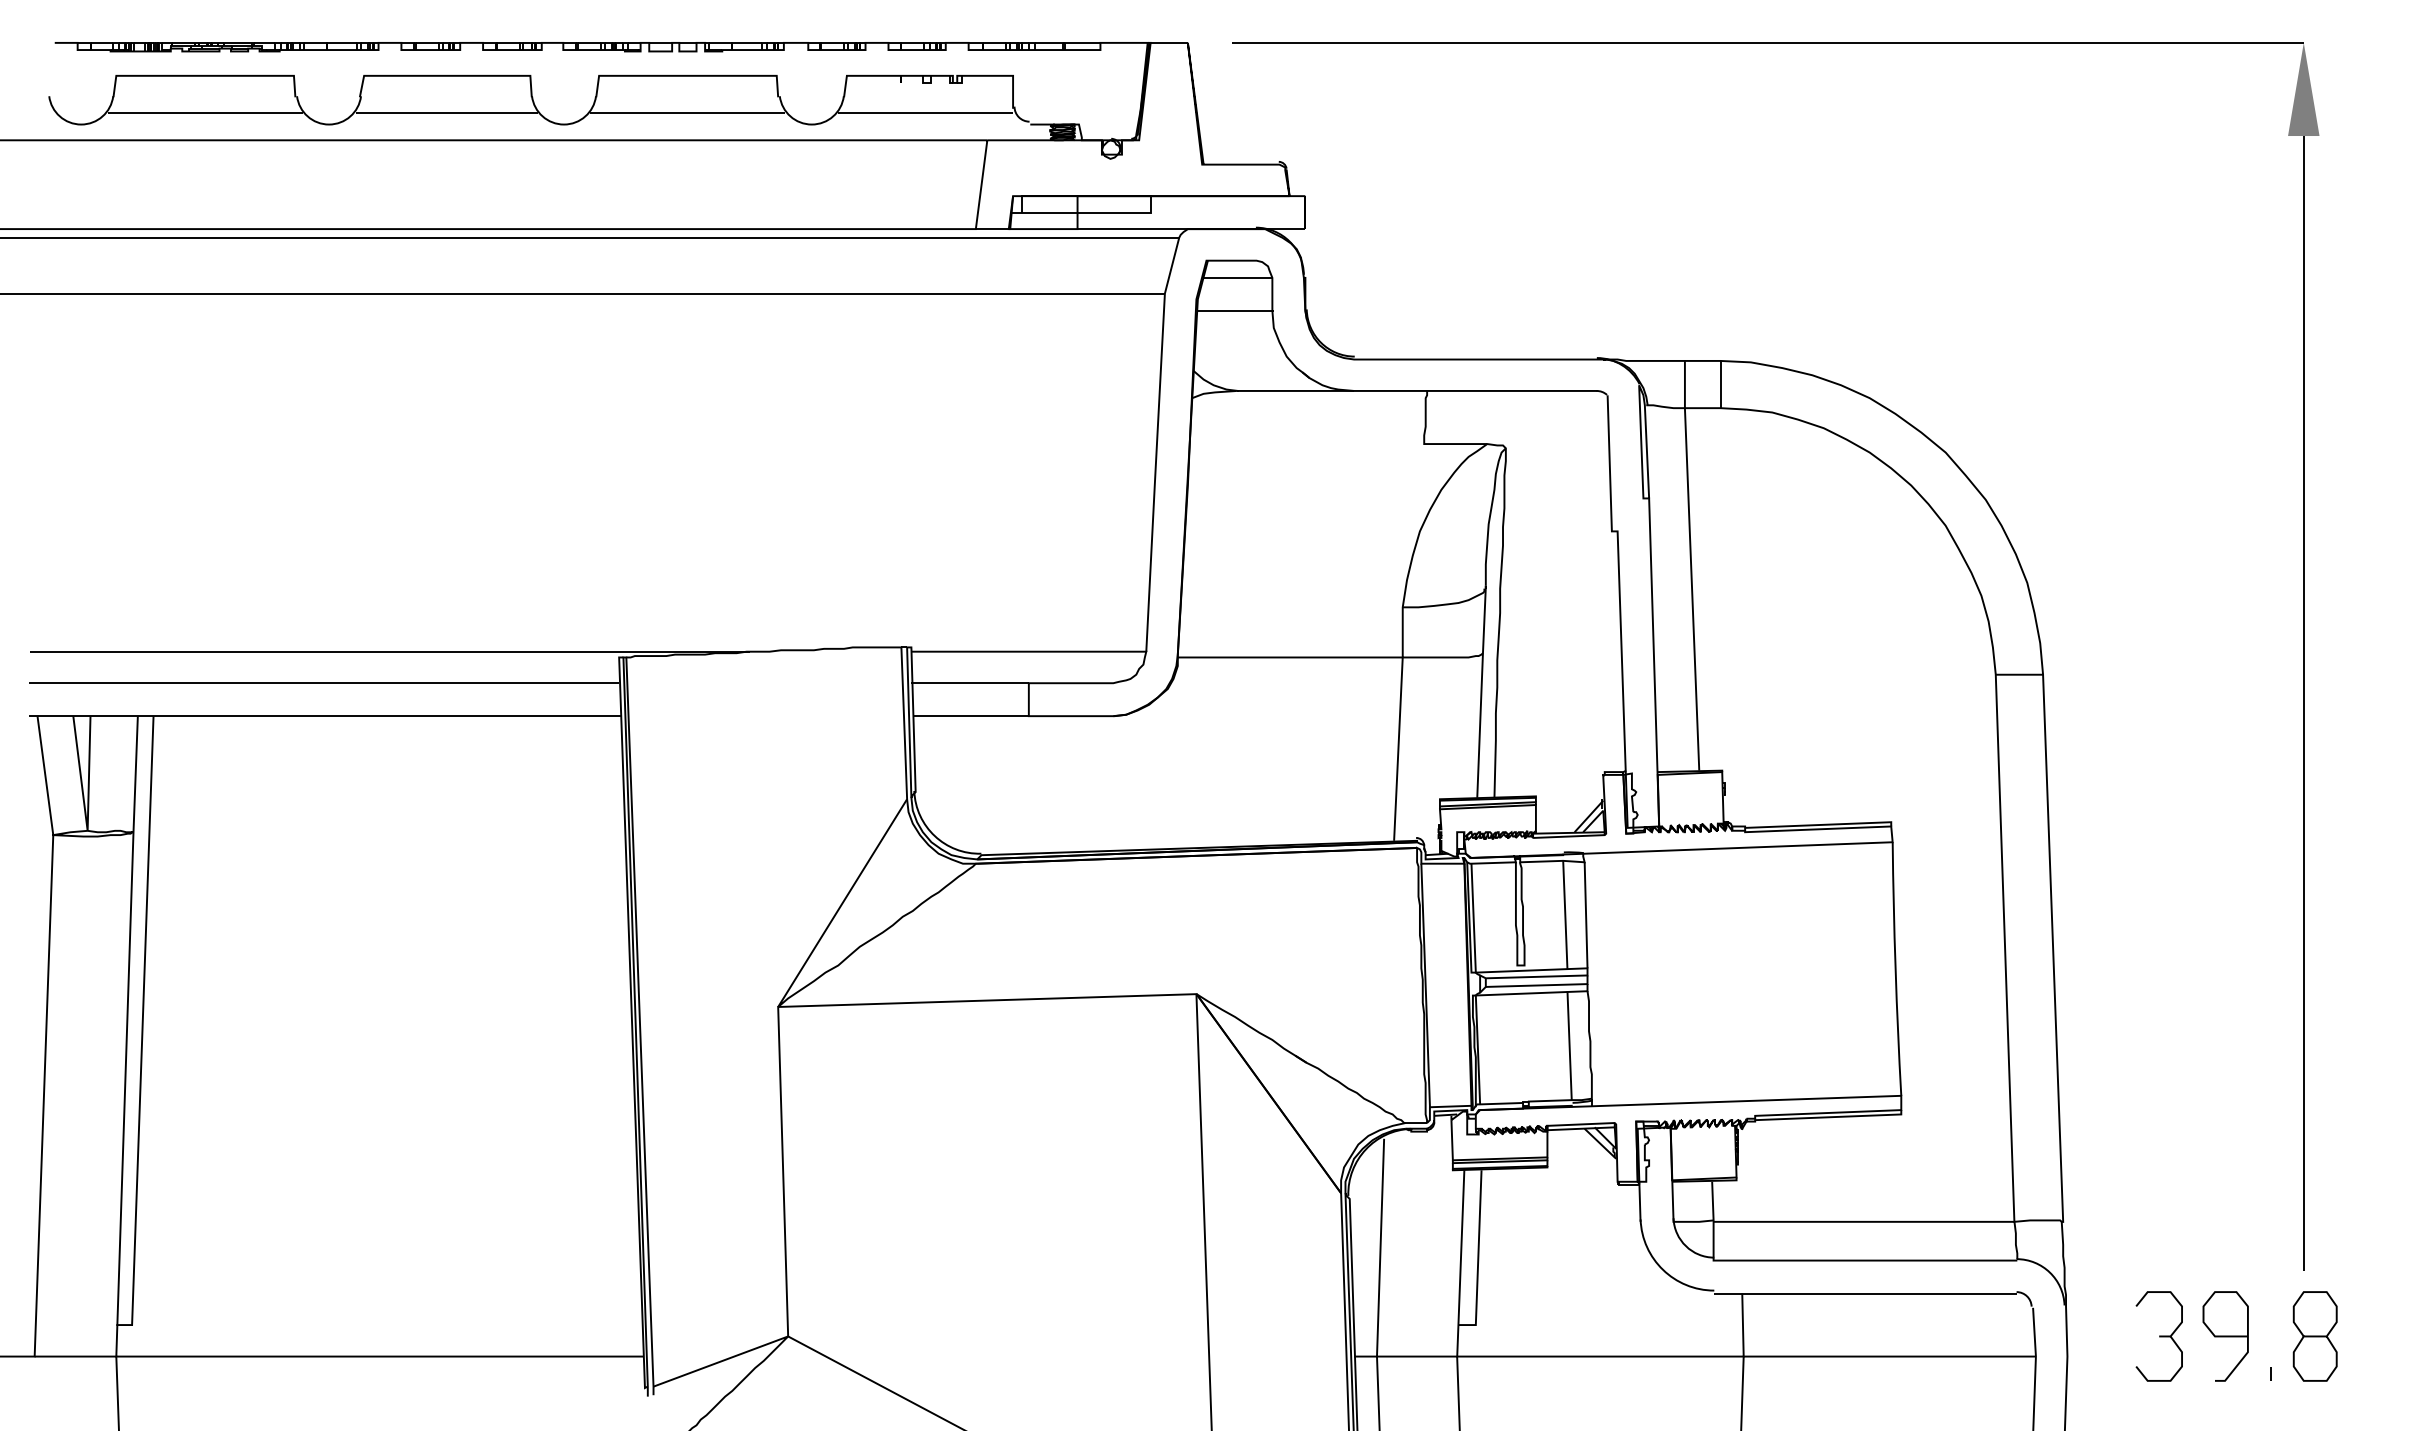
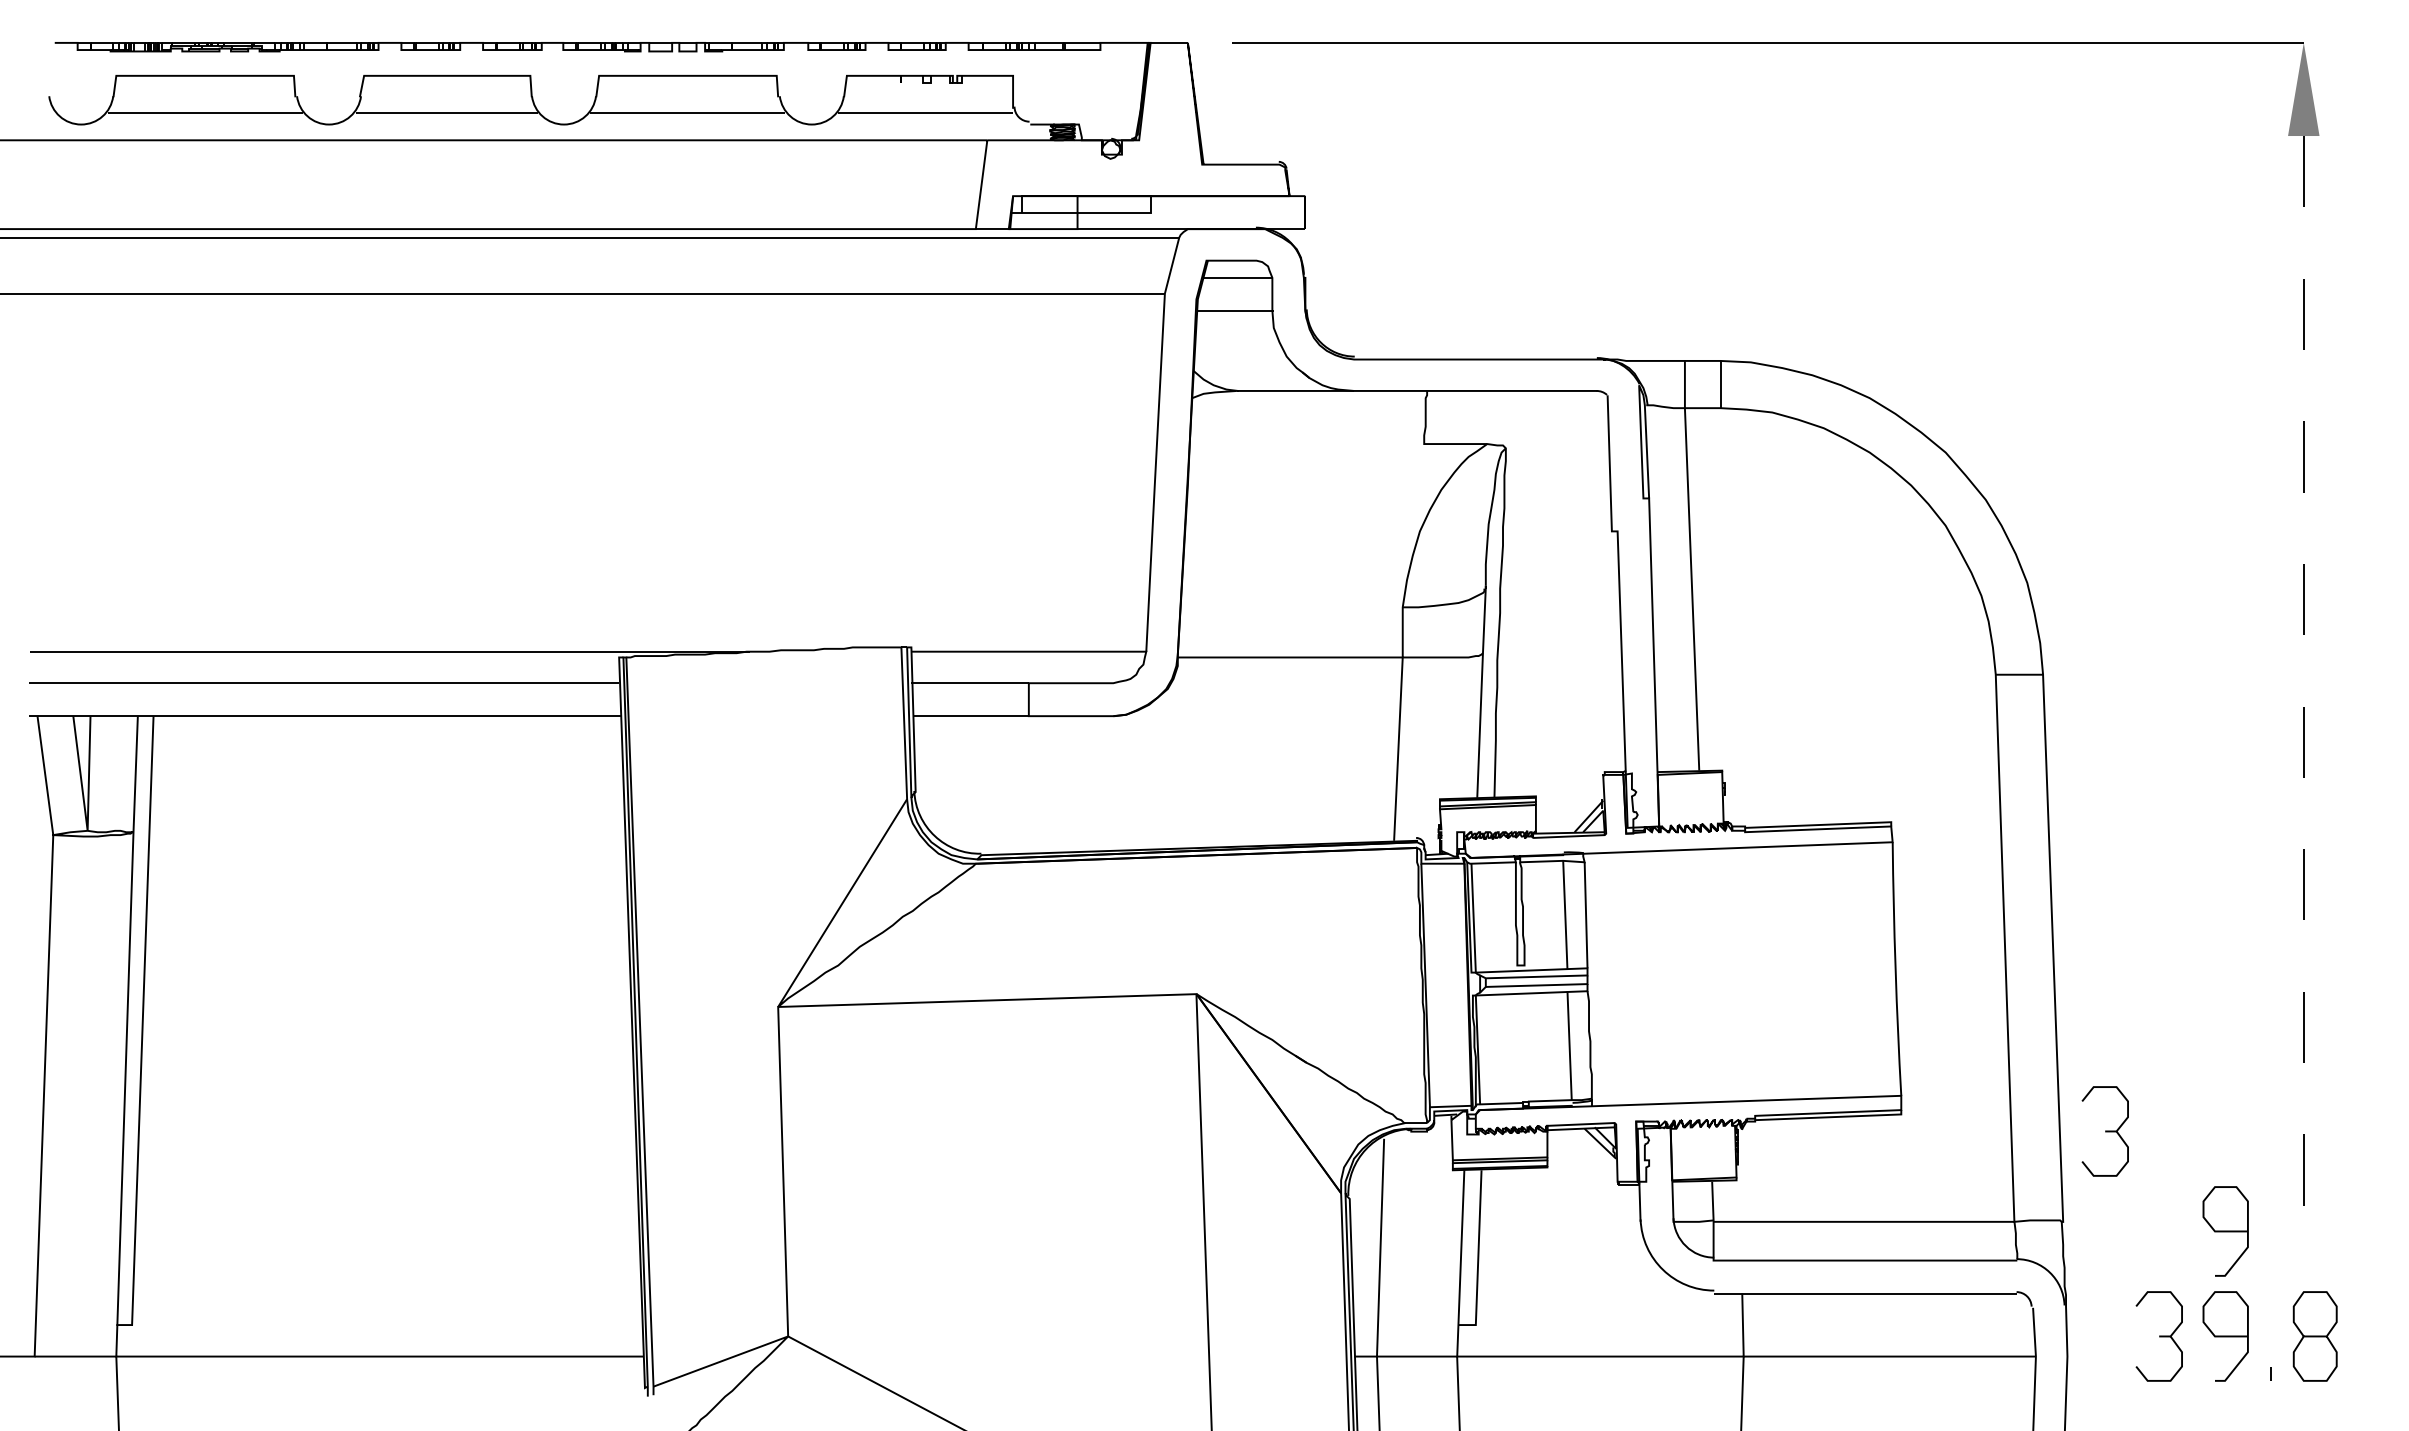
line at (2303, 703): solid -> dashed
part at (2104, 1131): none -> present
curve at (2225, 1231): none -> present
